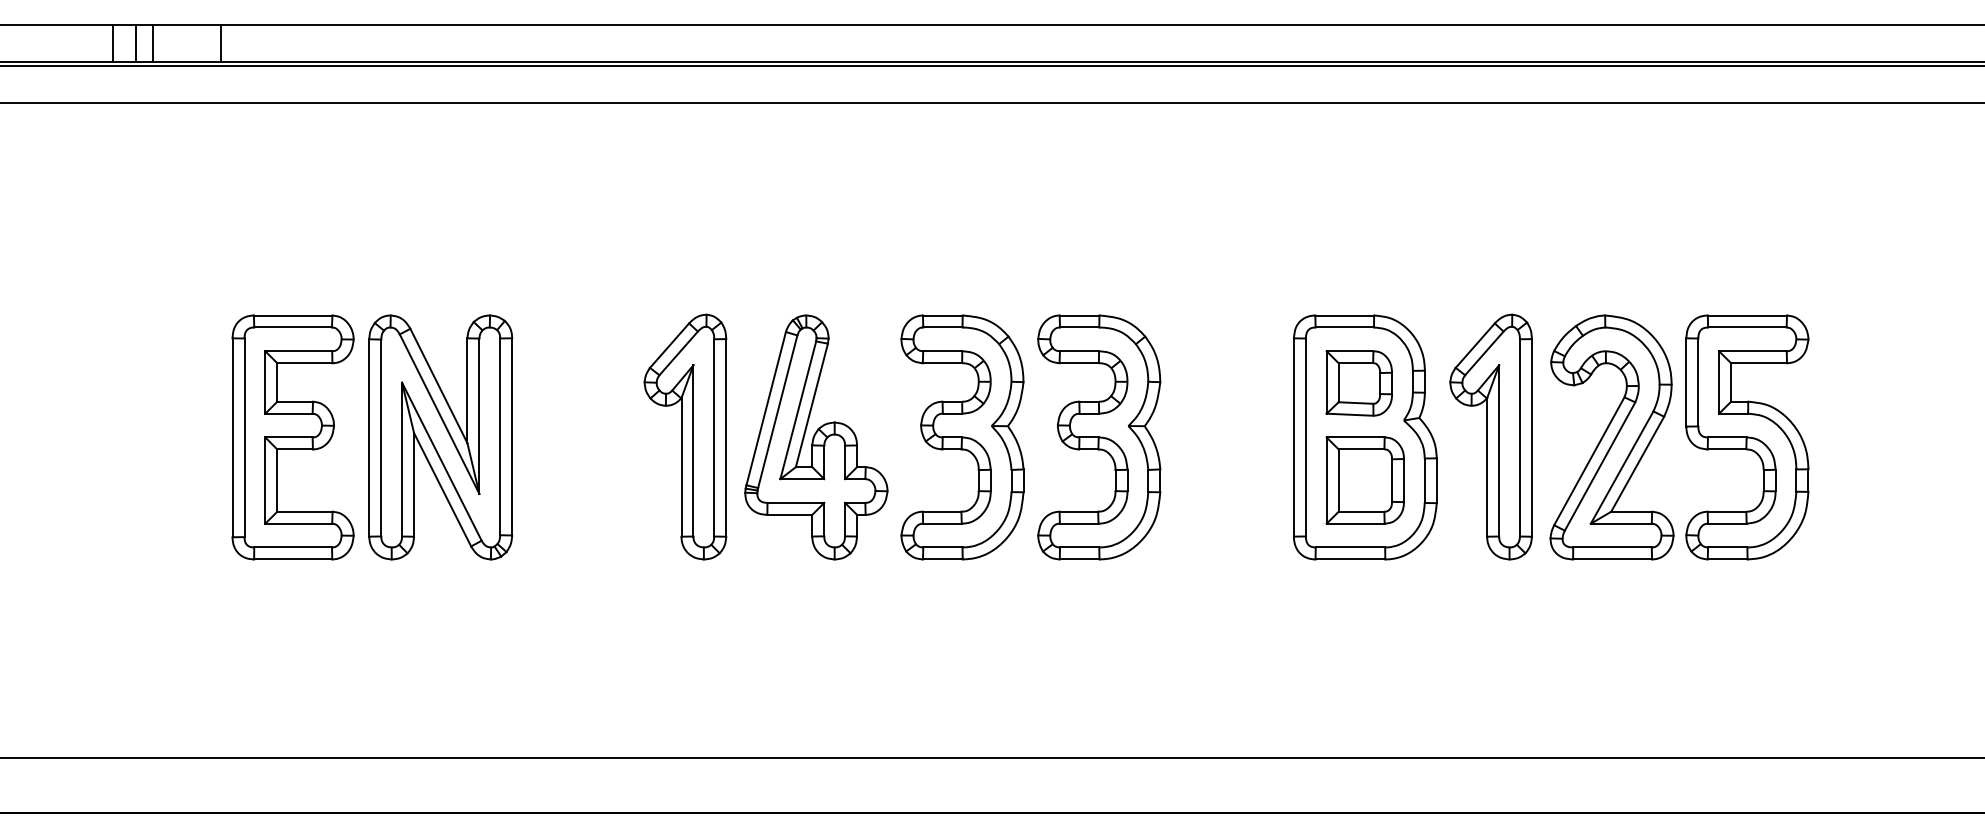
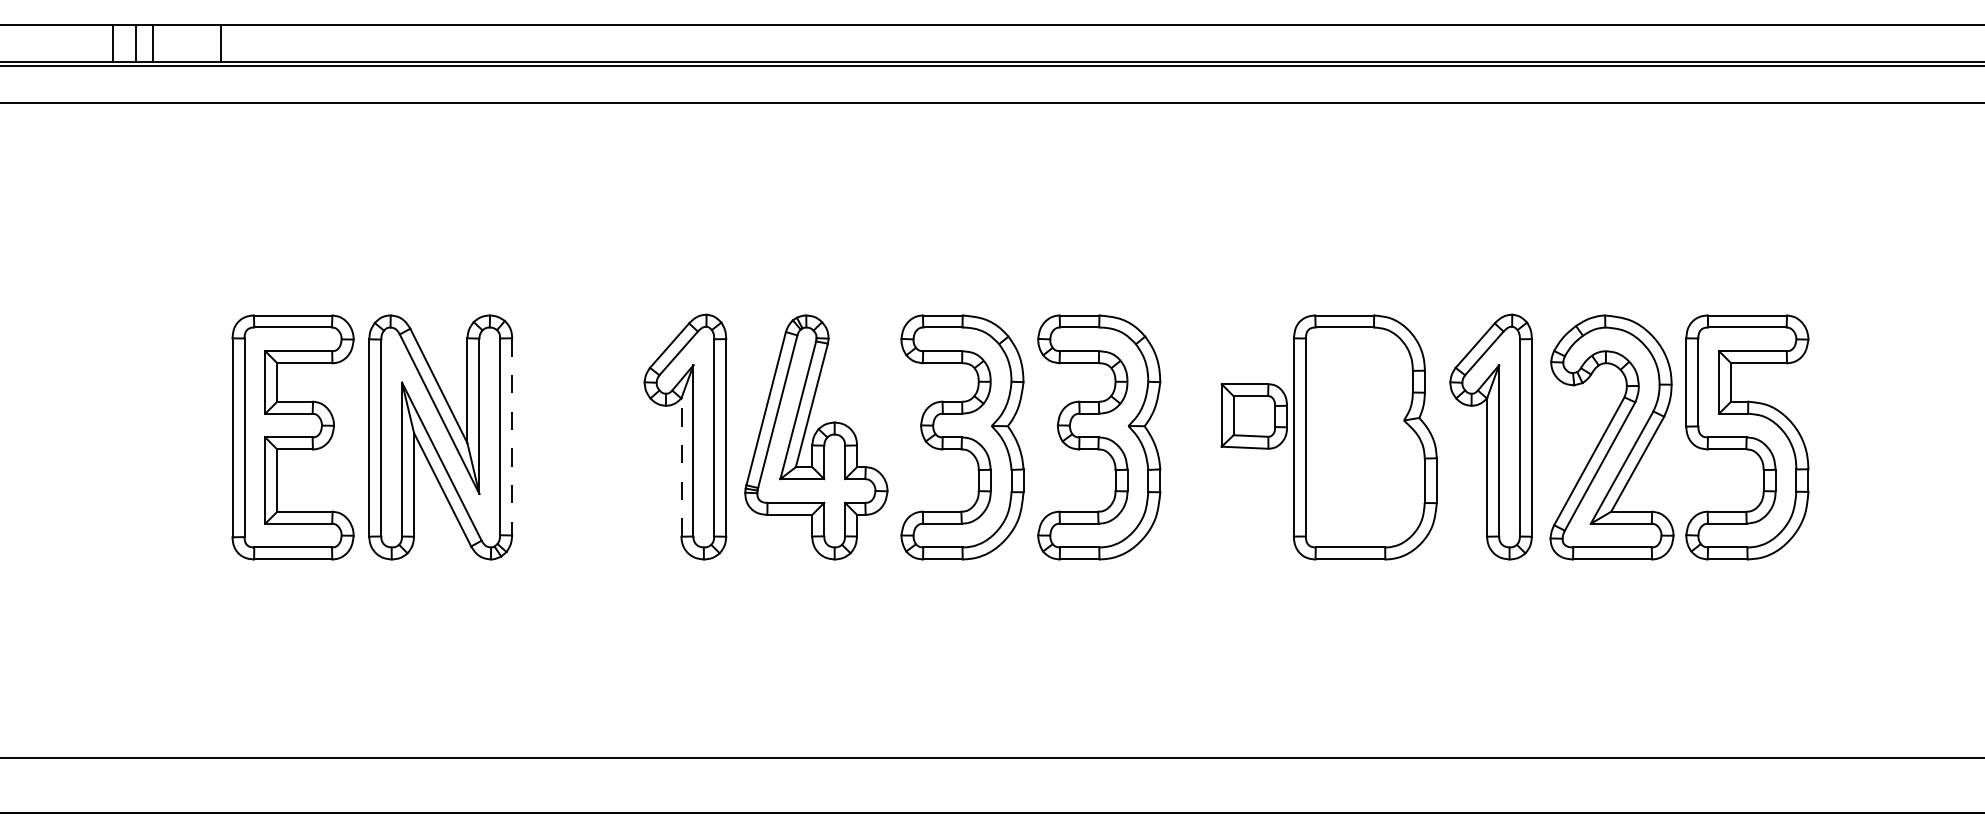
part at (1358, 383) position: (1358, 383) -> (1253, 416)
line at (512, 436): solid -> dashed
line at (681, 466): solid -> dashed
part at (1364, 480): present -> none
